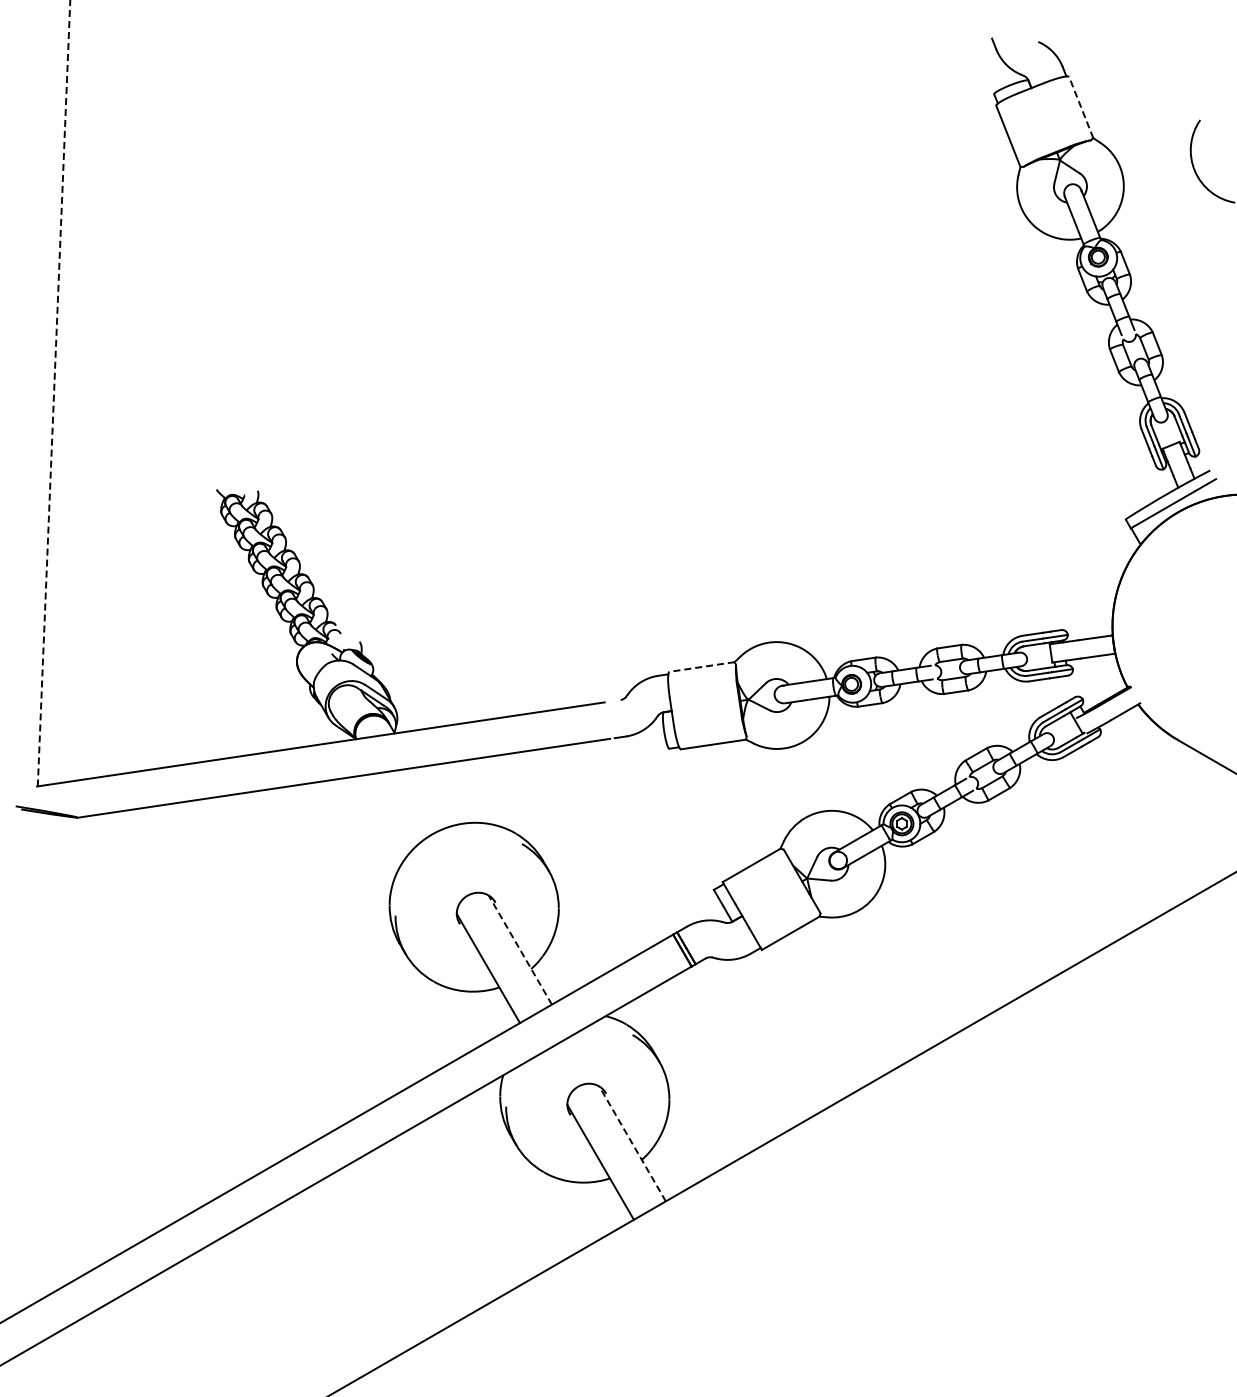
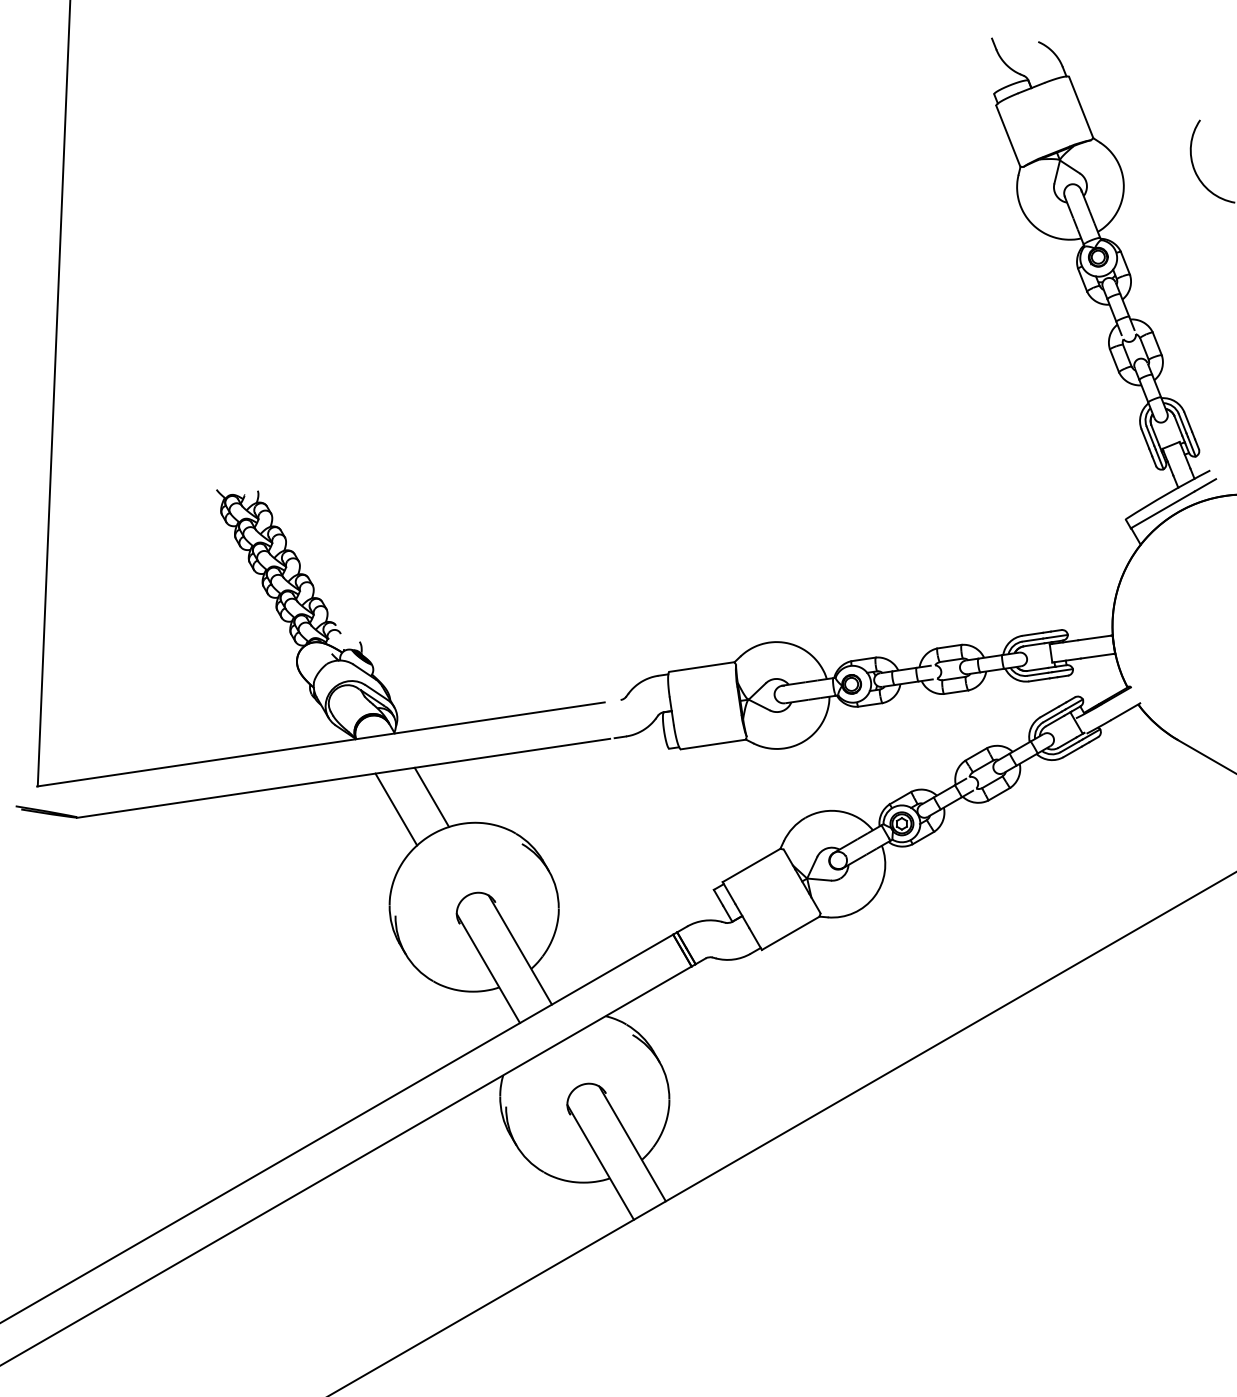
line at (1081, 107): dashed -> solid
line at (54, 393): dashed -> solid
line at (701, 667): dashed -> solid
line at (431, 797): none -> present
line at (396, 809): none -> present
line at (520, 950): dashed -> solid
line at (632, 1143): dashed -> solid
